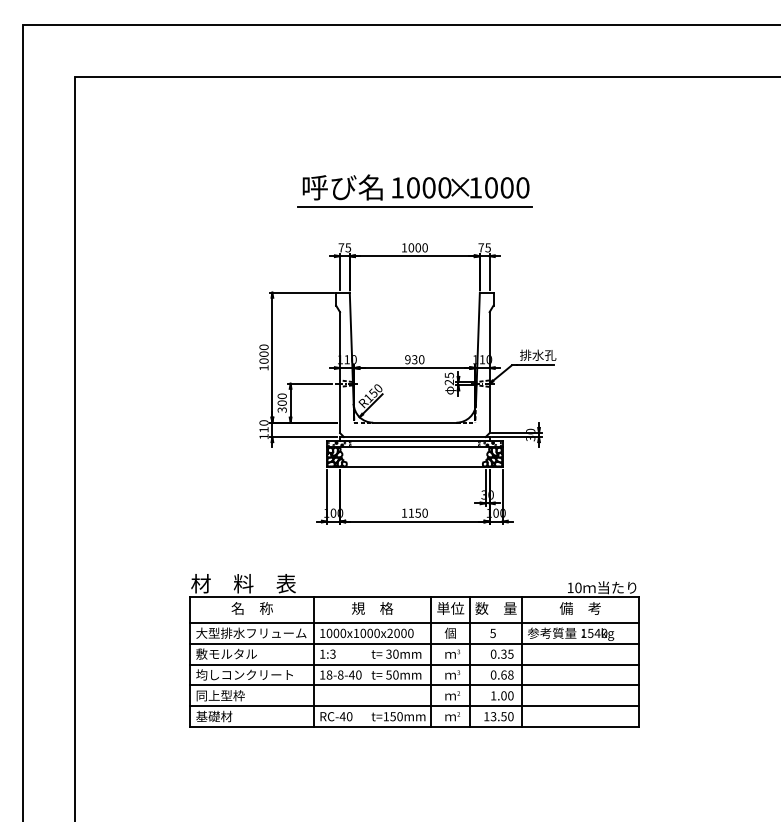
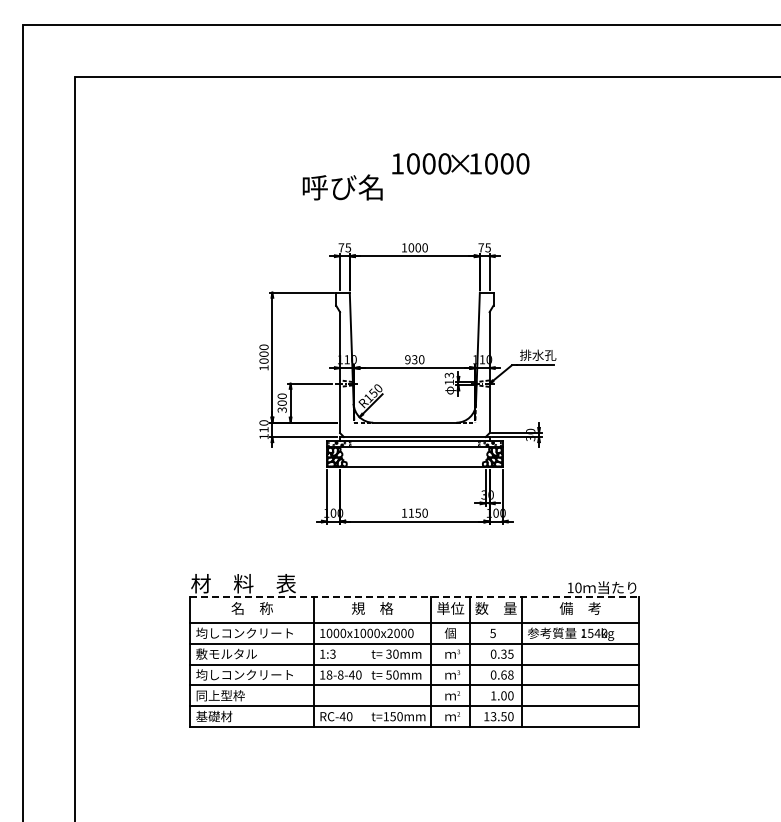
text at (460, 187) position: (460, 187) -> (460, 163)
line at (414, 206): present -> none
text at (448, 378): 25 -> 13
line at (415, 597): solid -> dashed
text at (251, 632): 大型排水フリューム -> 均しコンクリート
